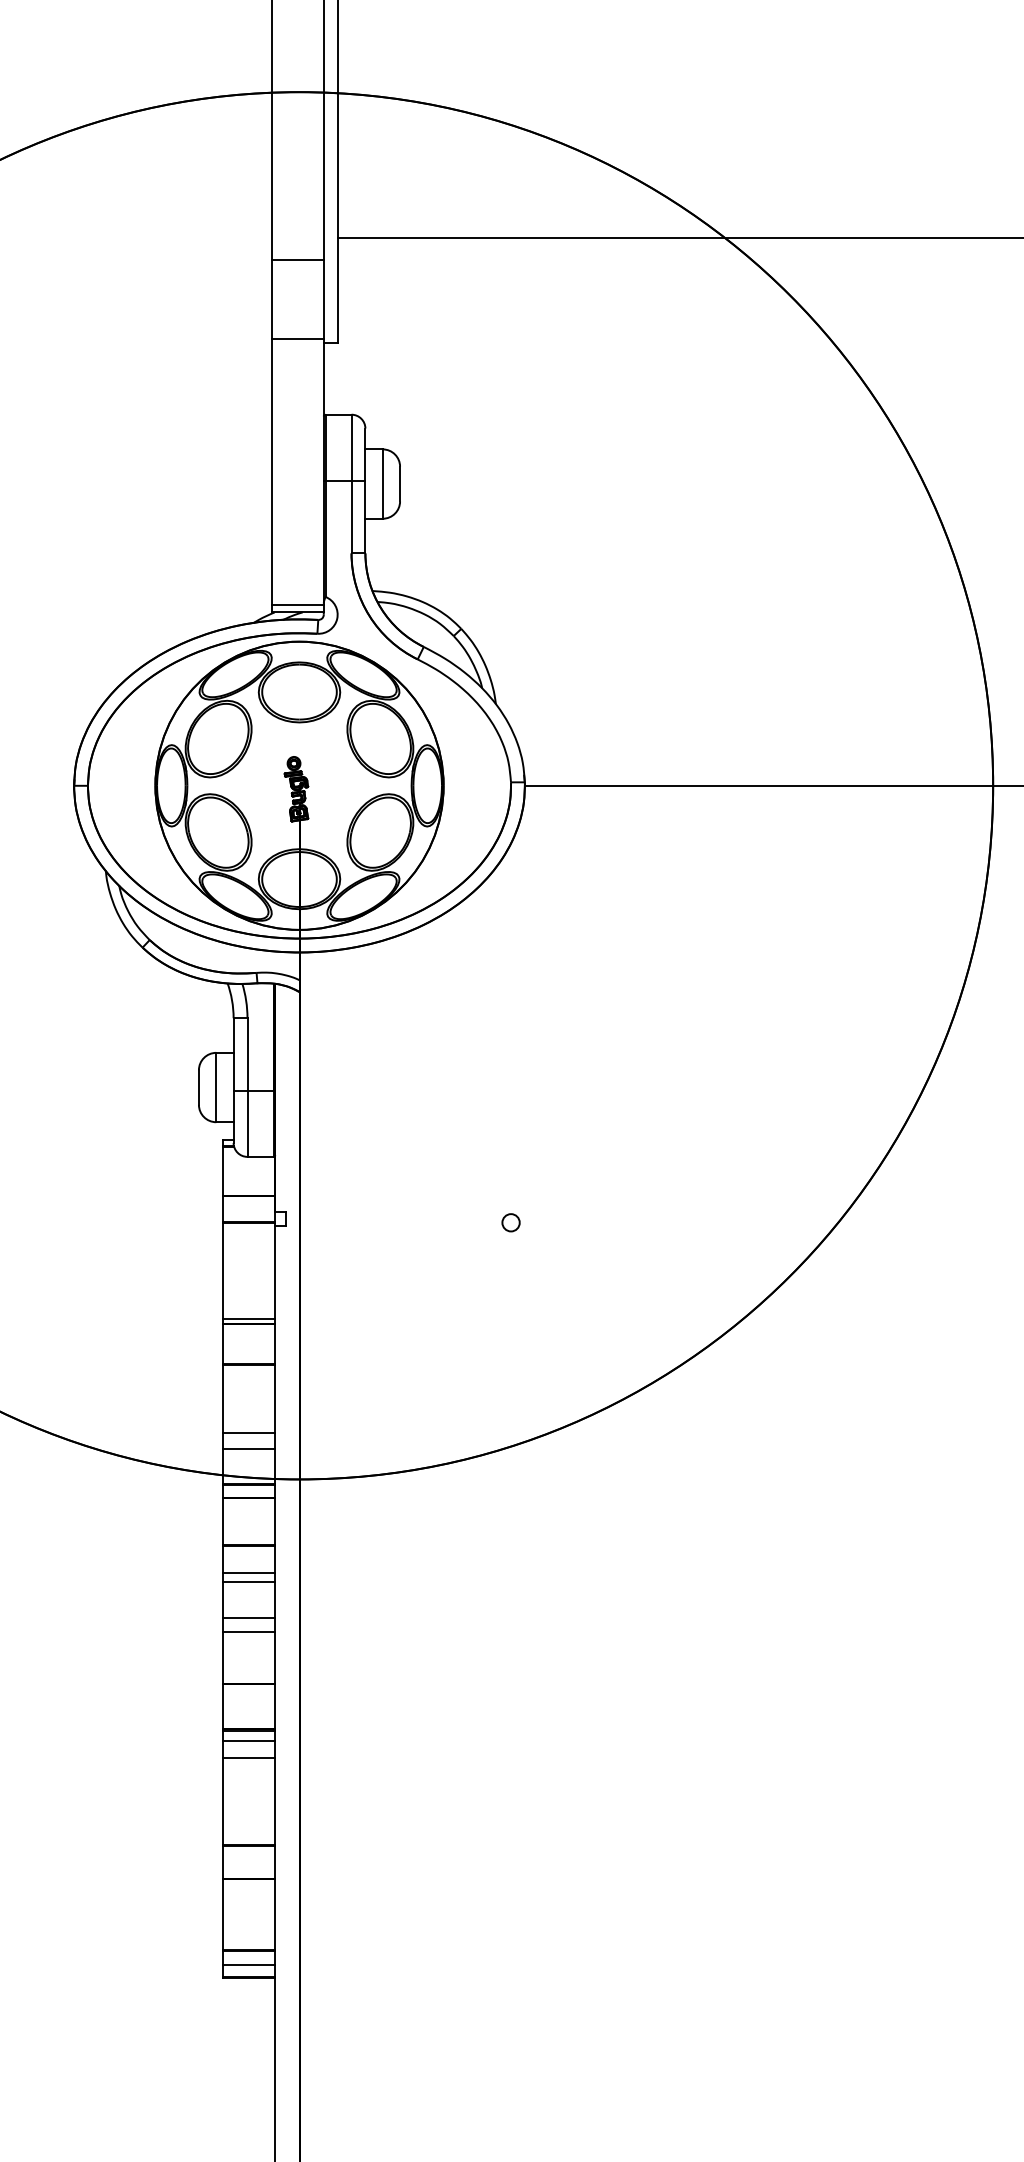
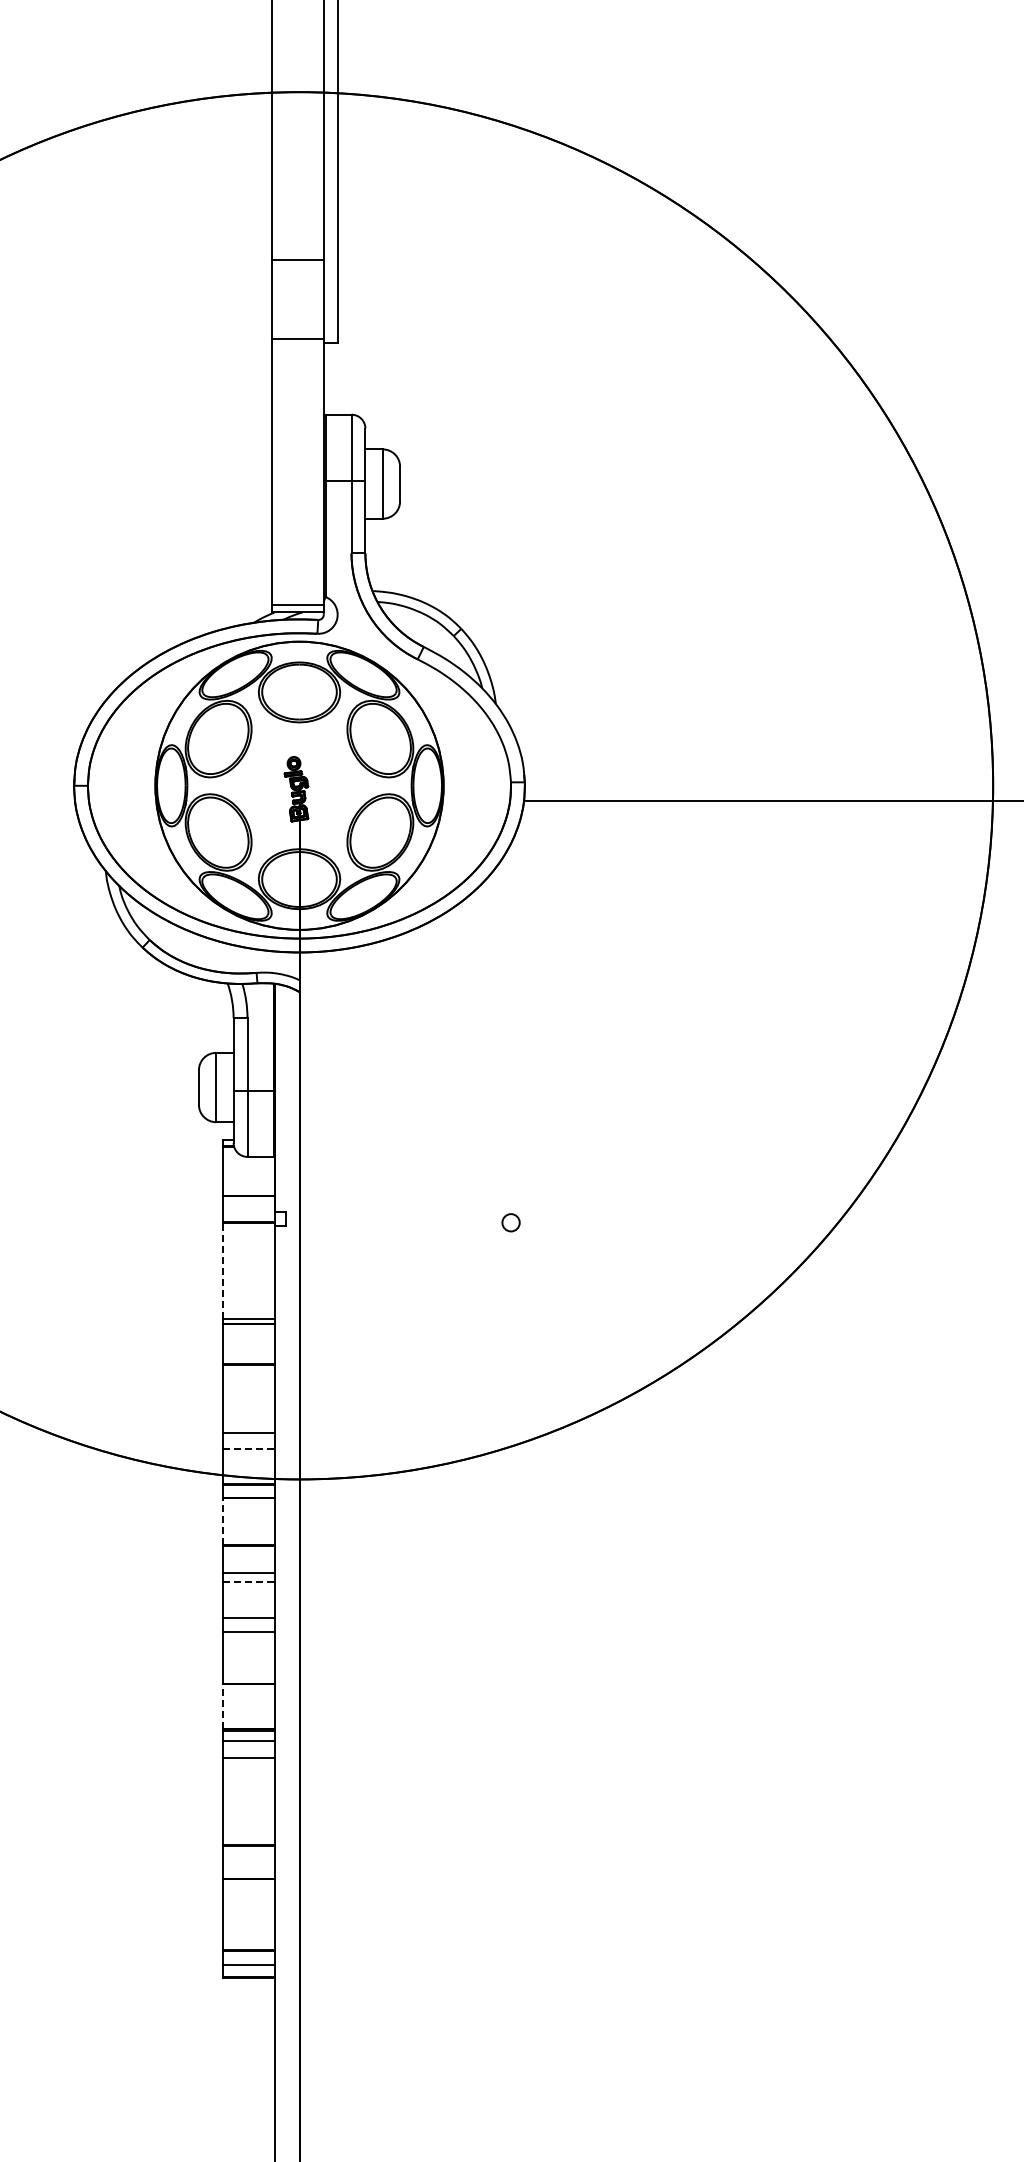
line at (678, 237): present -> none
line at (772, 785) position: (772, 785) -> (772, 800)
line at (223, 1270): solid -> dashed
line at (249, 1449): solid -> dashed
line at (223, 1521): solid -> dashed
line at (249, 1582): solid -> dashed
line at (223, 1706): solid -> dashed
